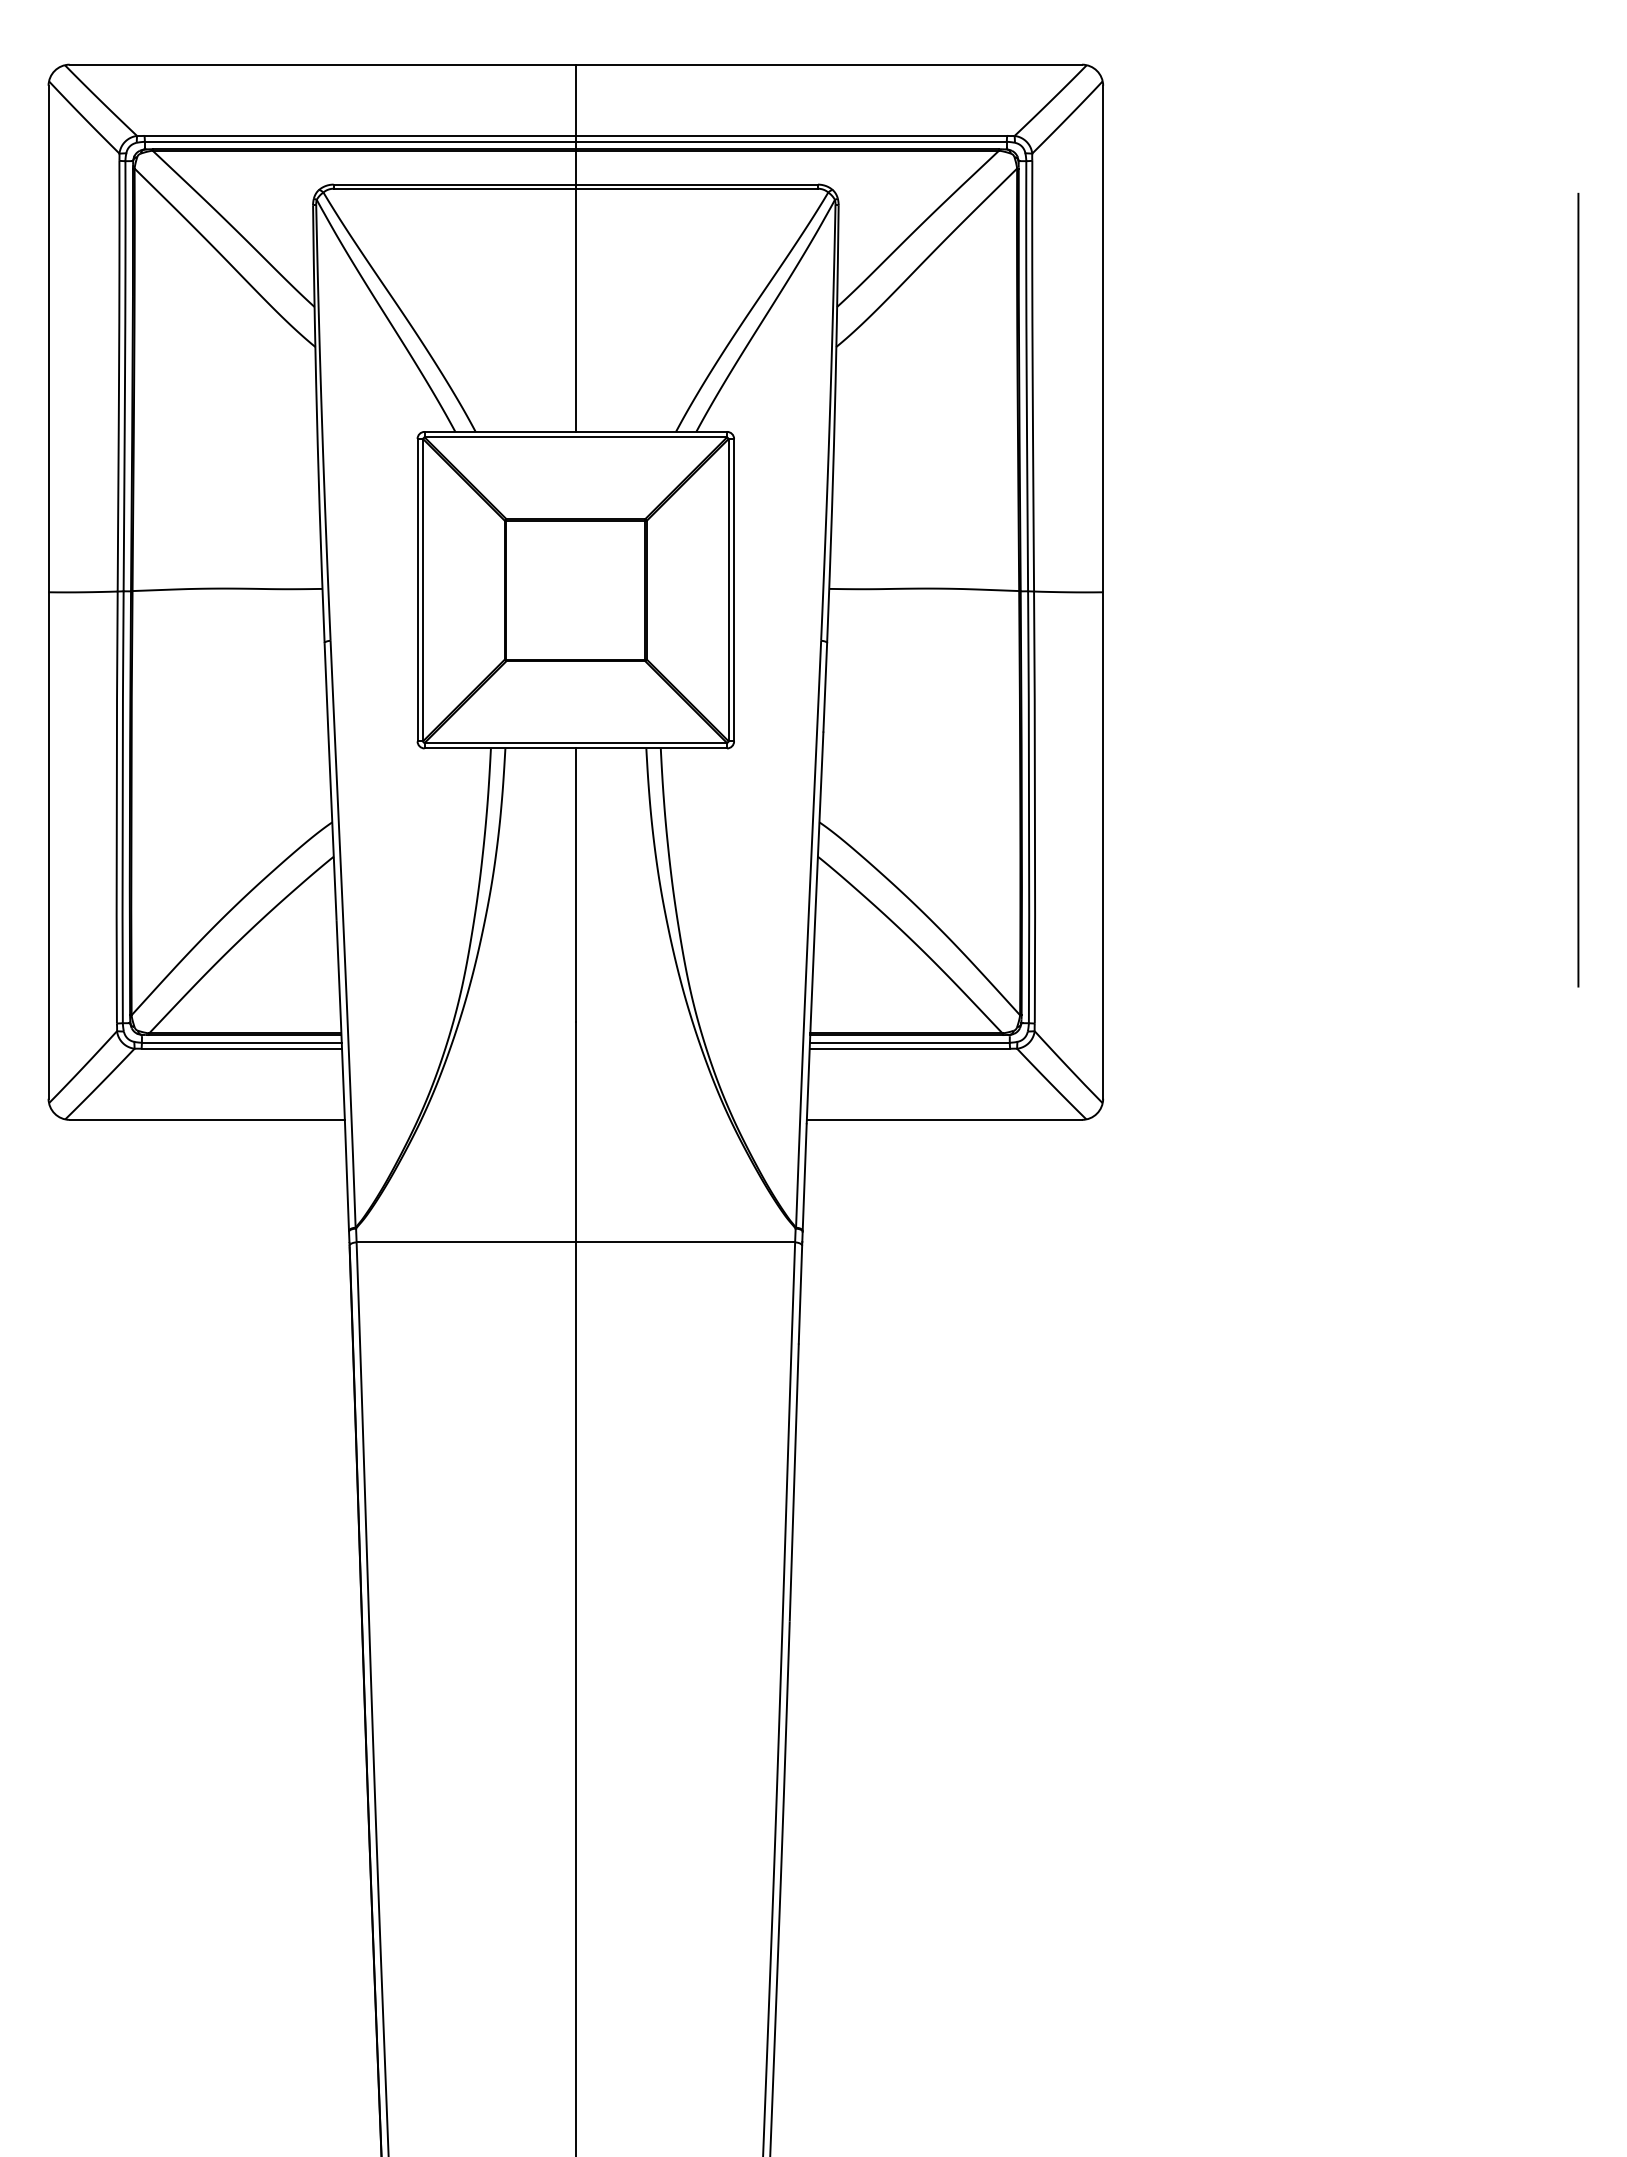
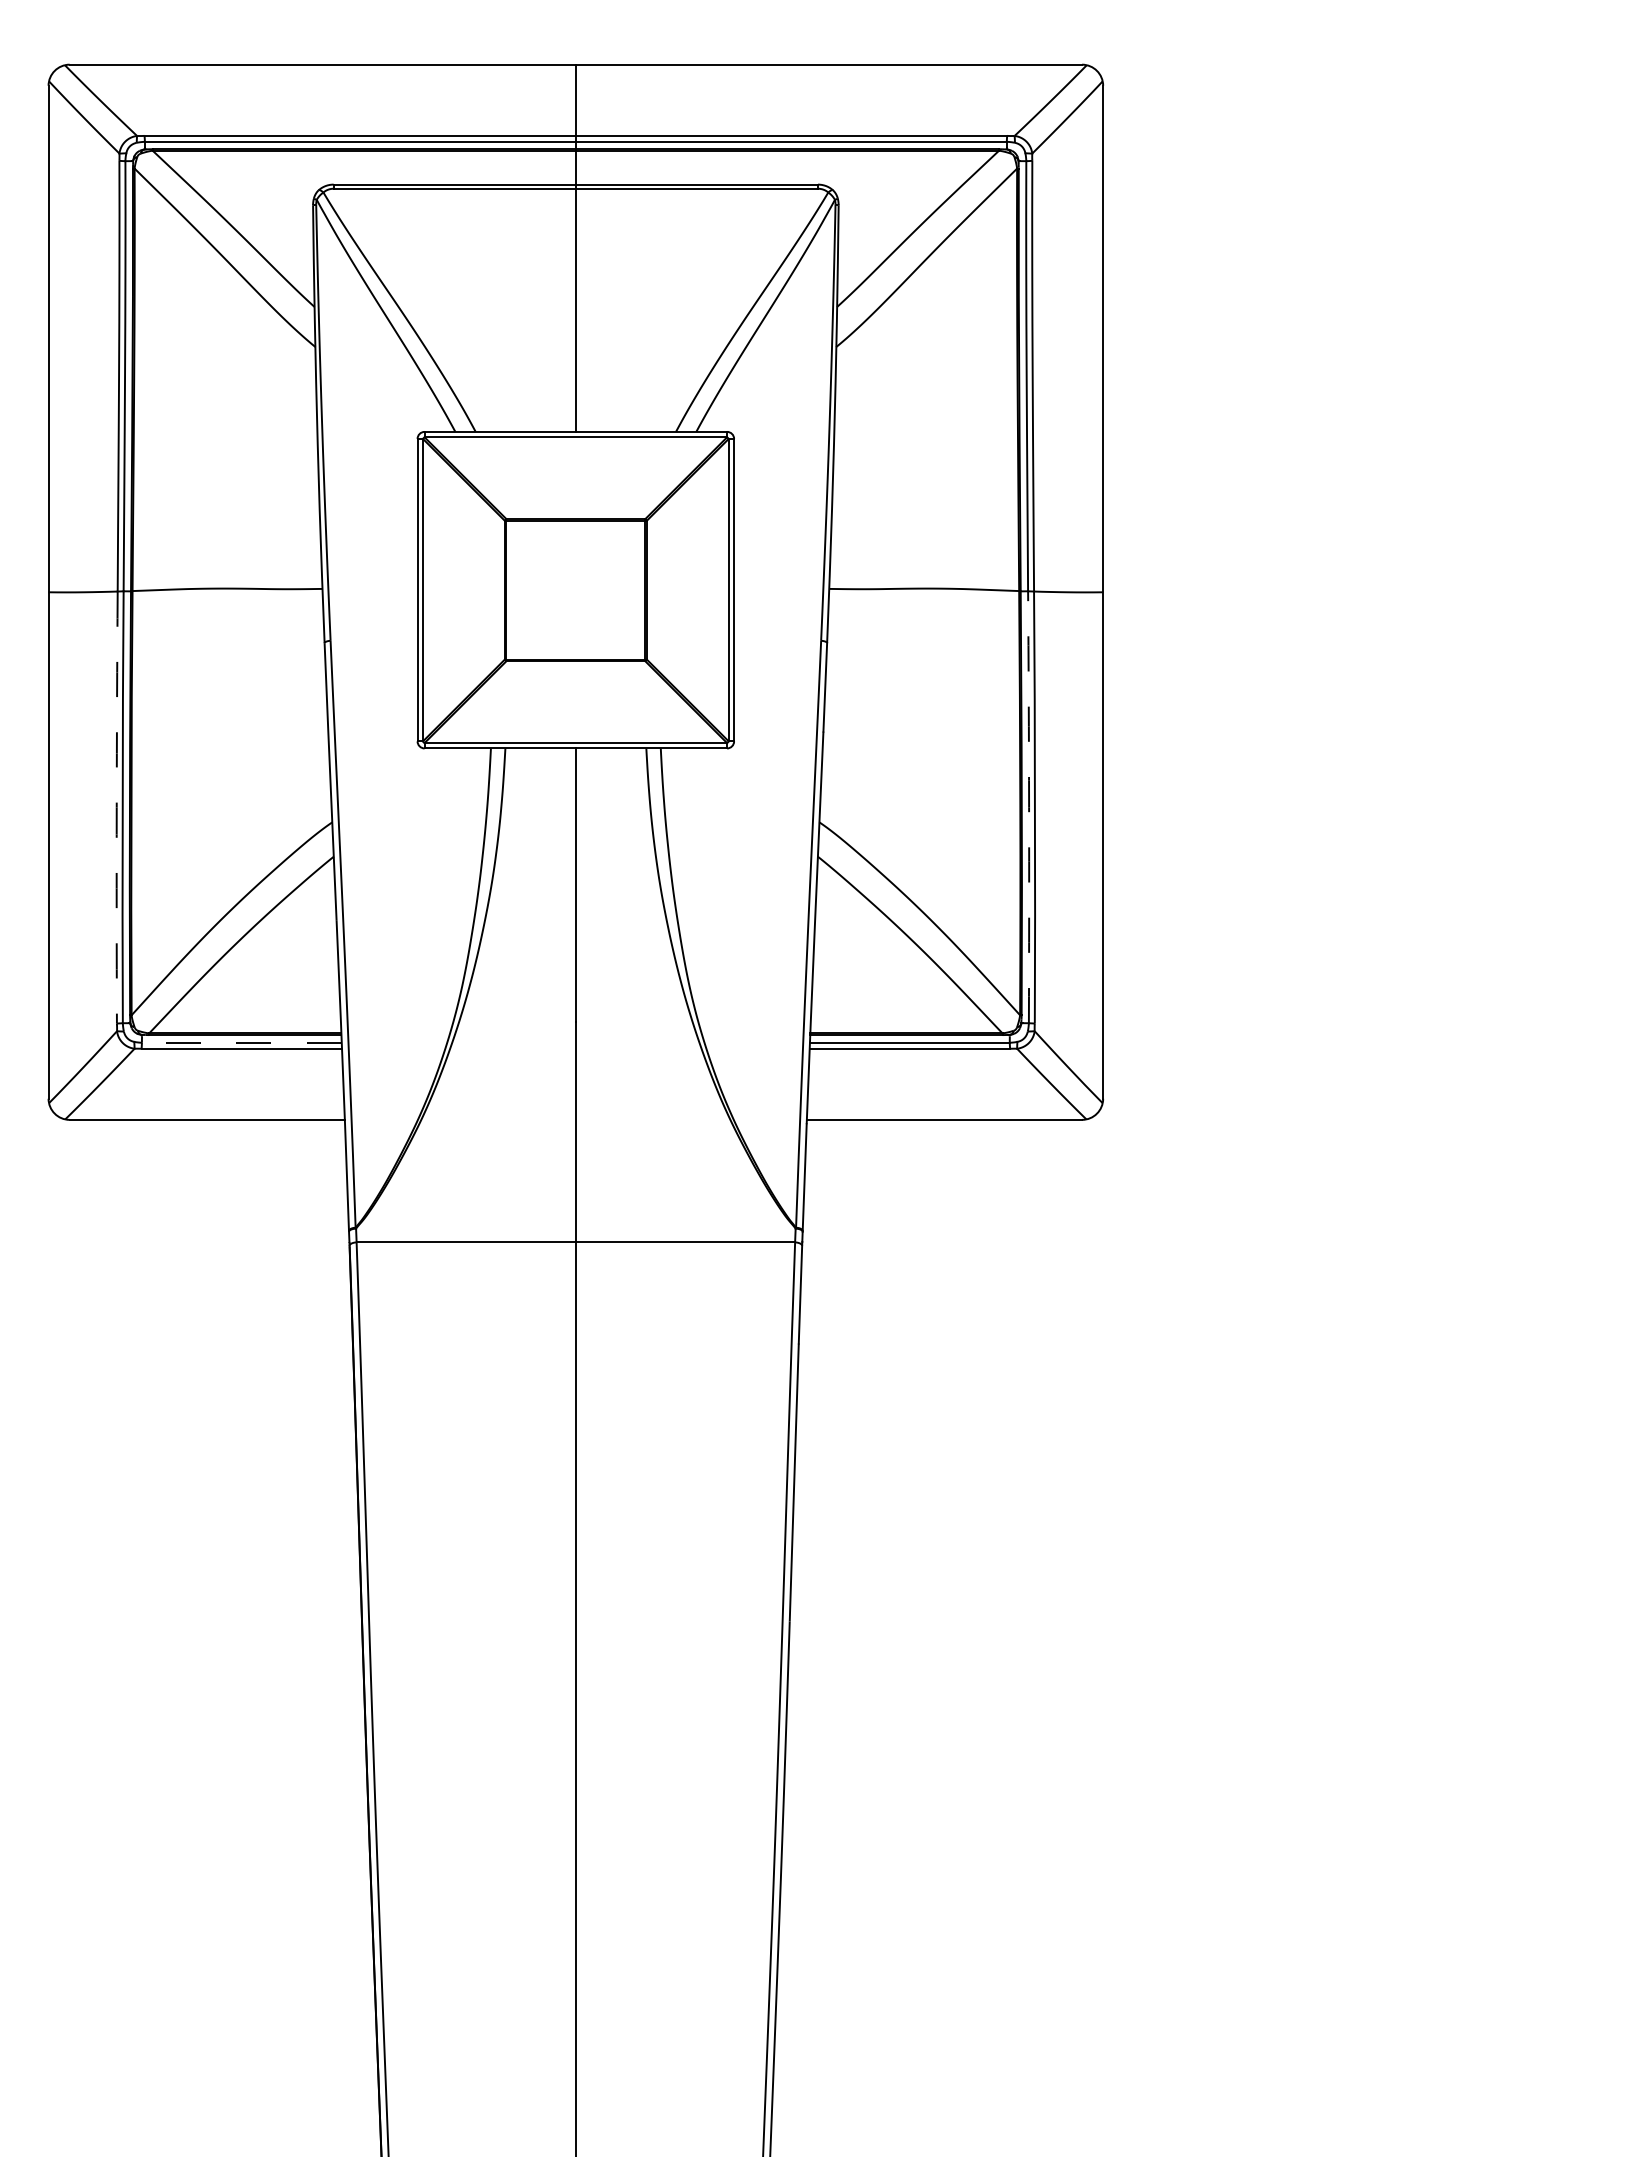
line at (1578, 589): present -> none
arc at (116, 807): solid -> dashed
arc at (1029, 807): solid -> dashed
line at (241, 1042): solid -> dashed
